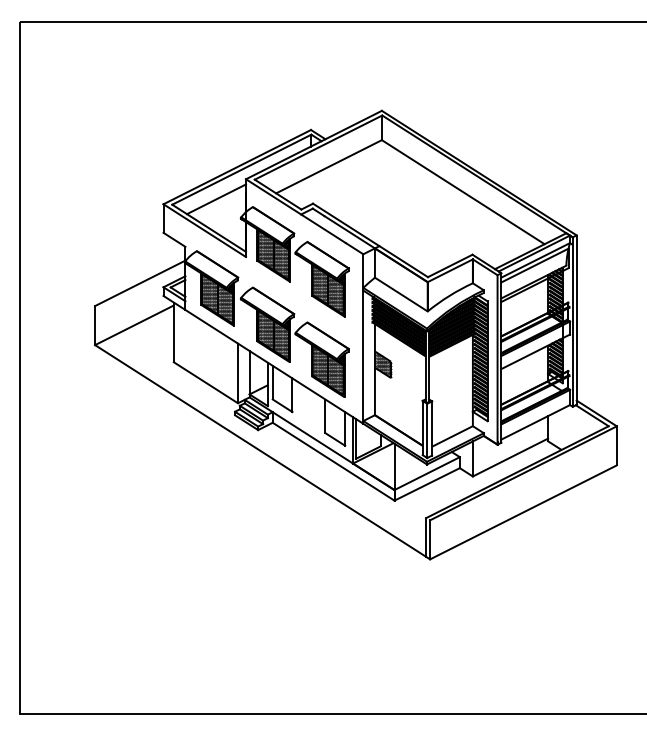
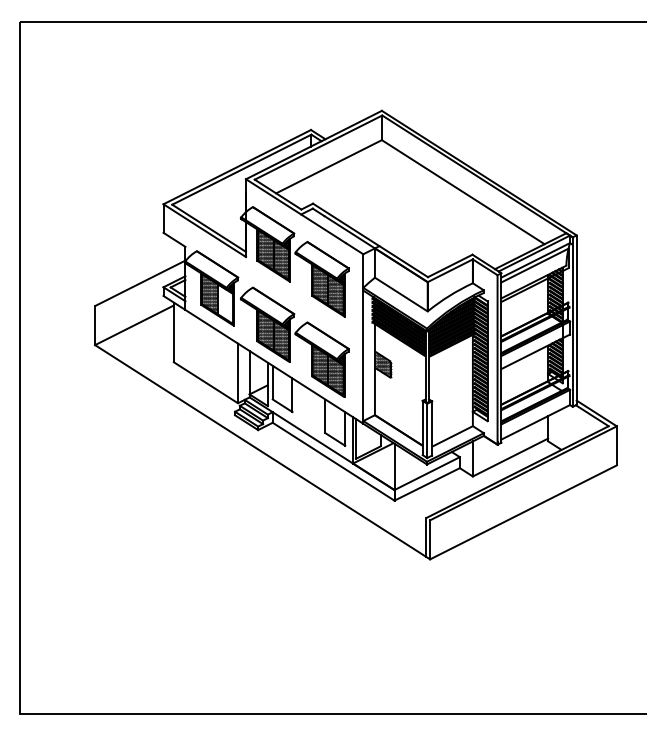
line at (216, 199): present -> none
hatch at (224, 303): present -> none
